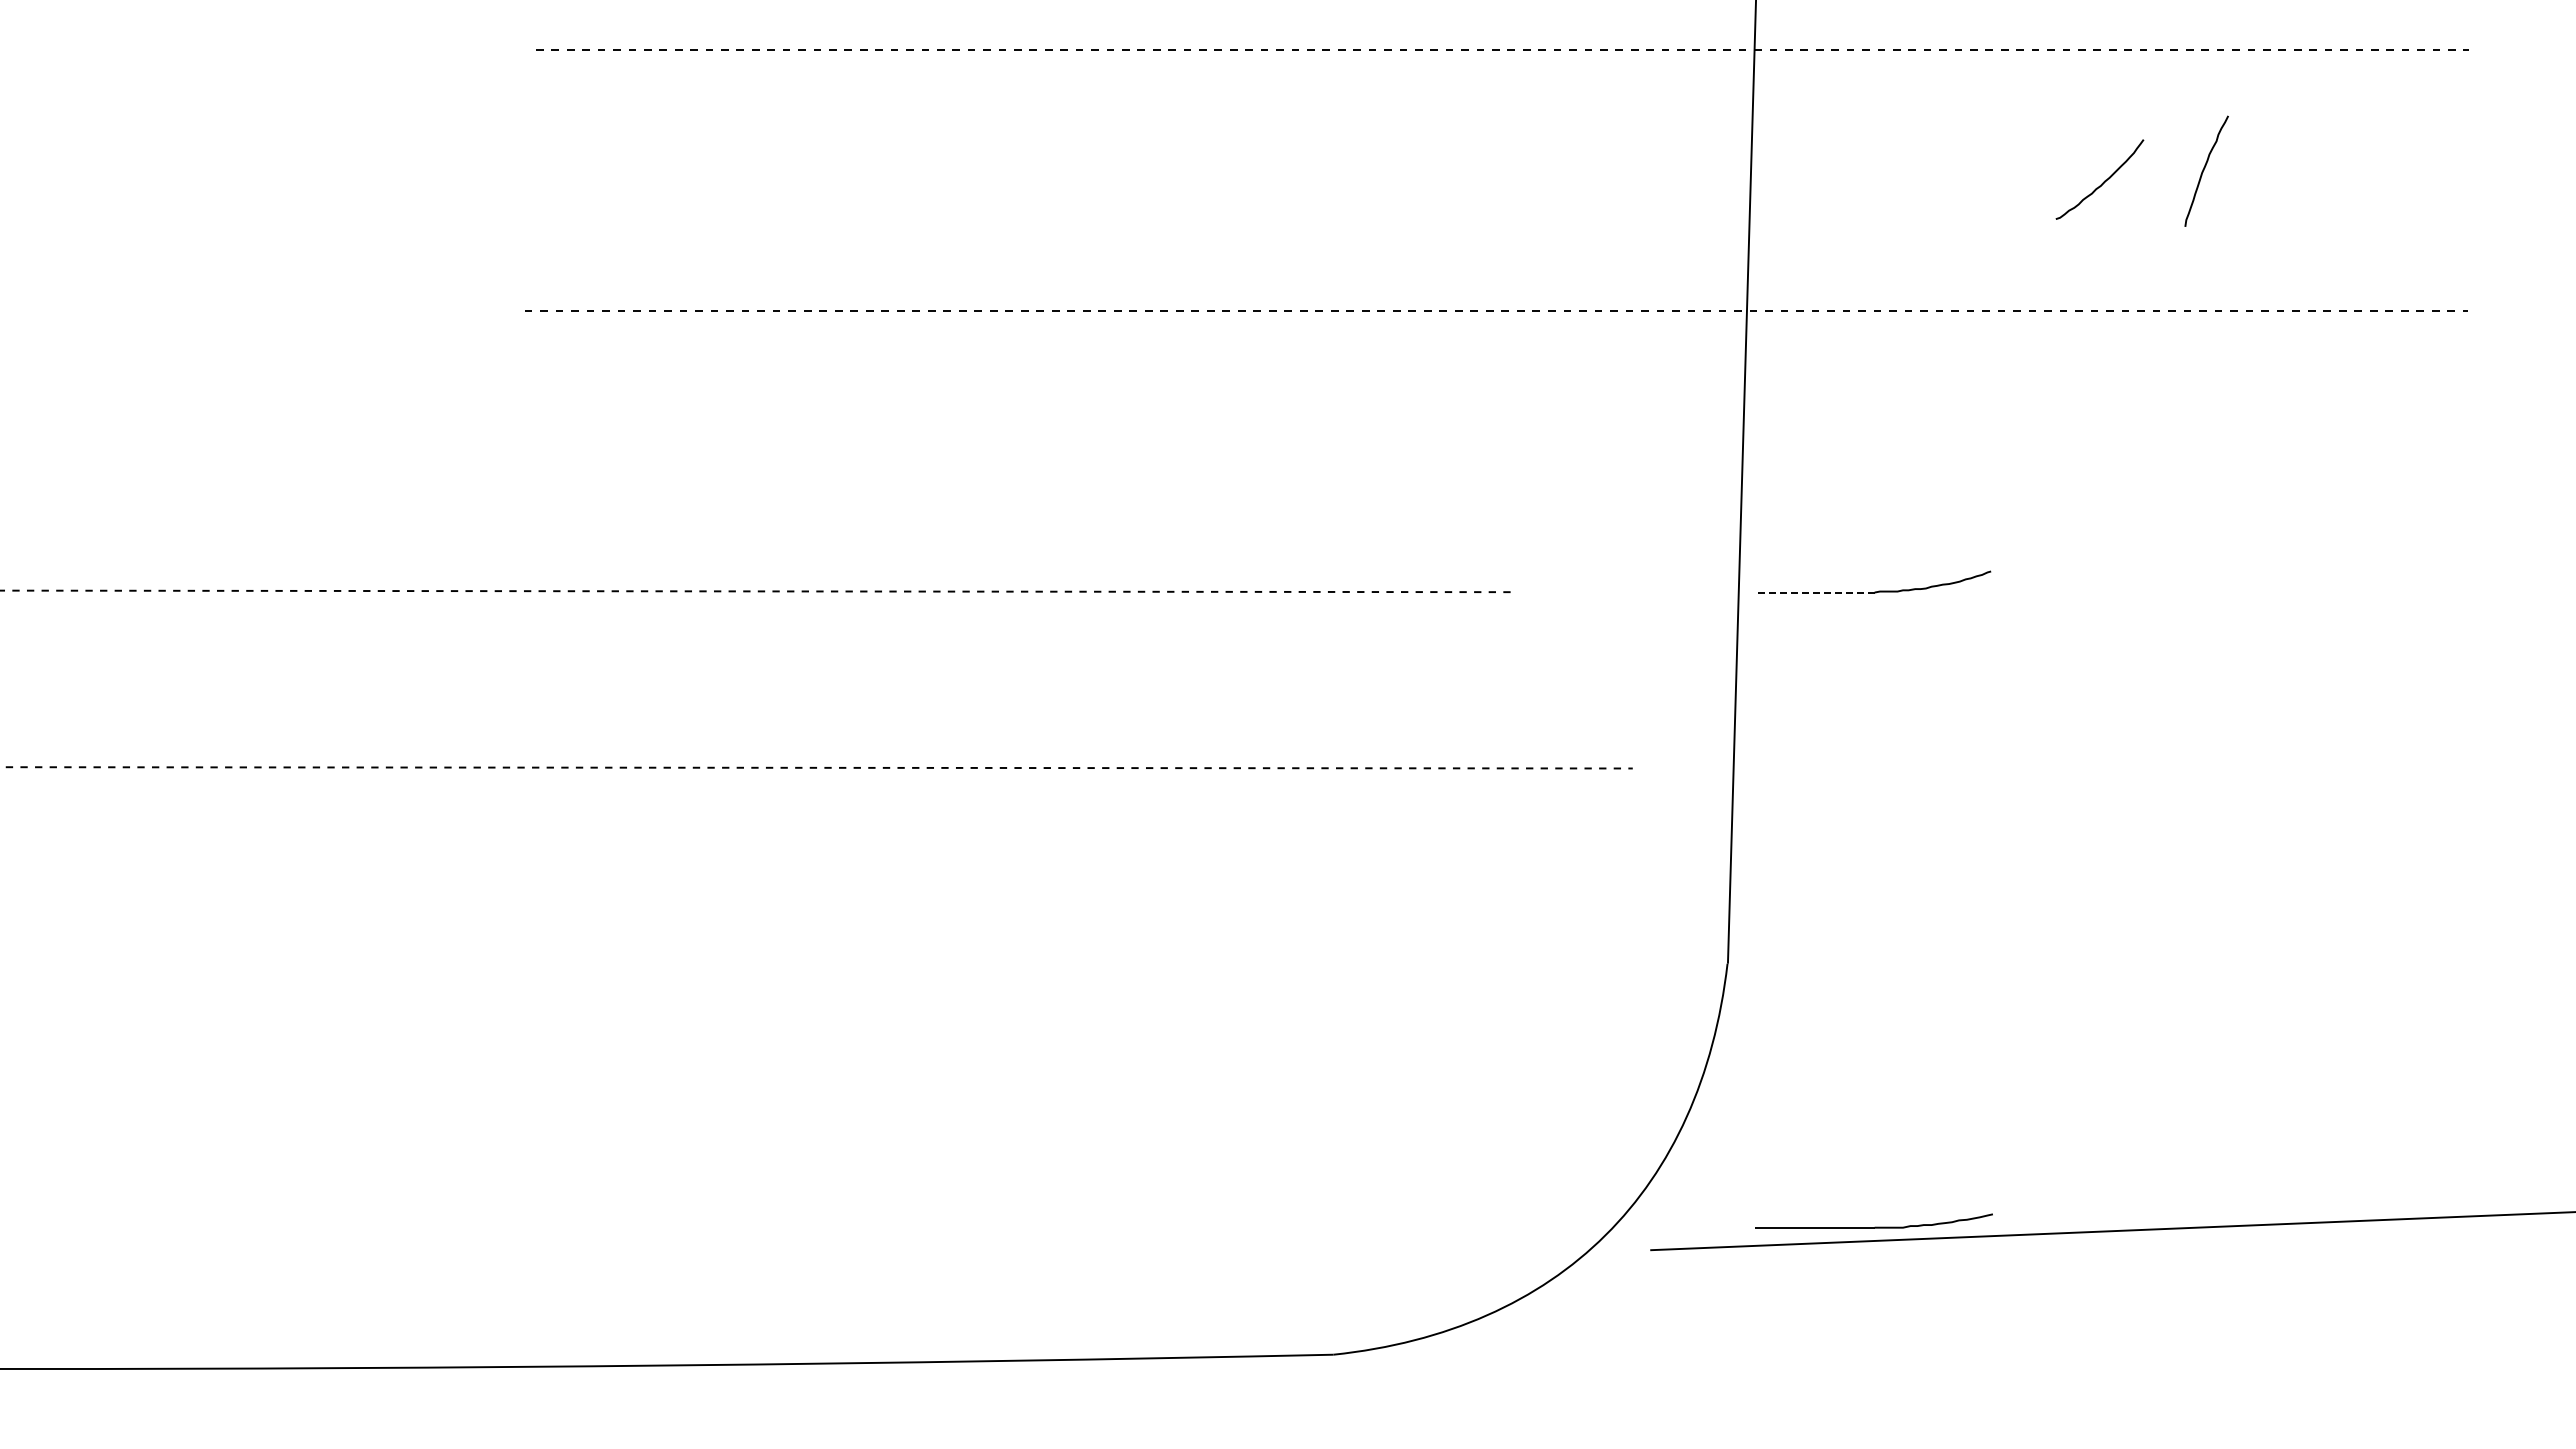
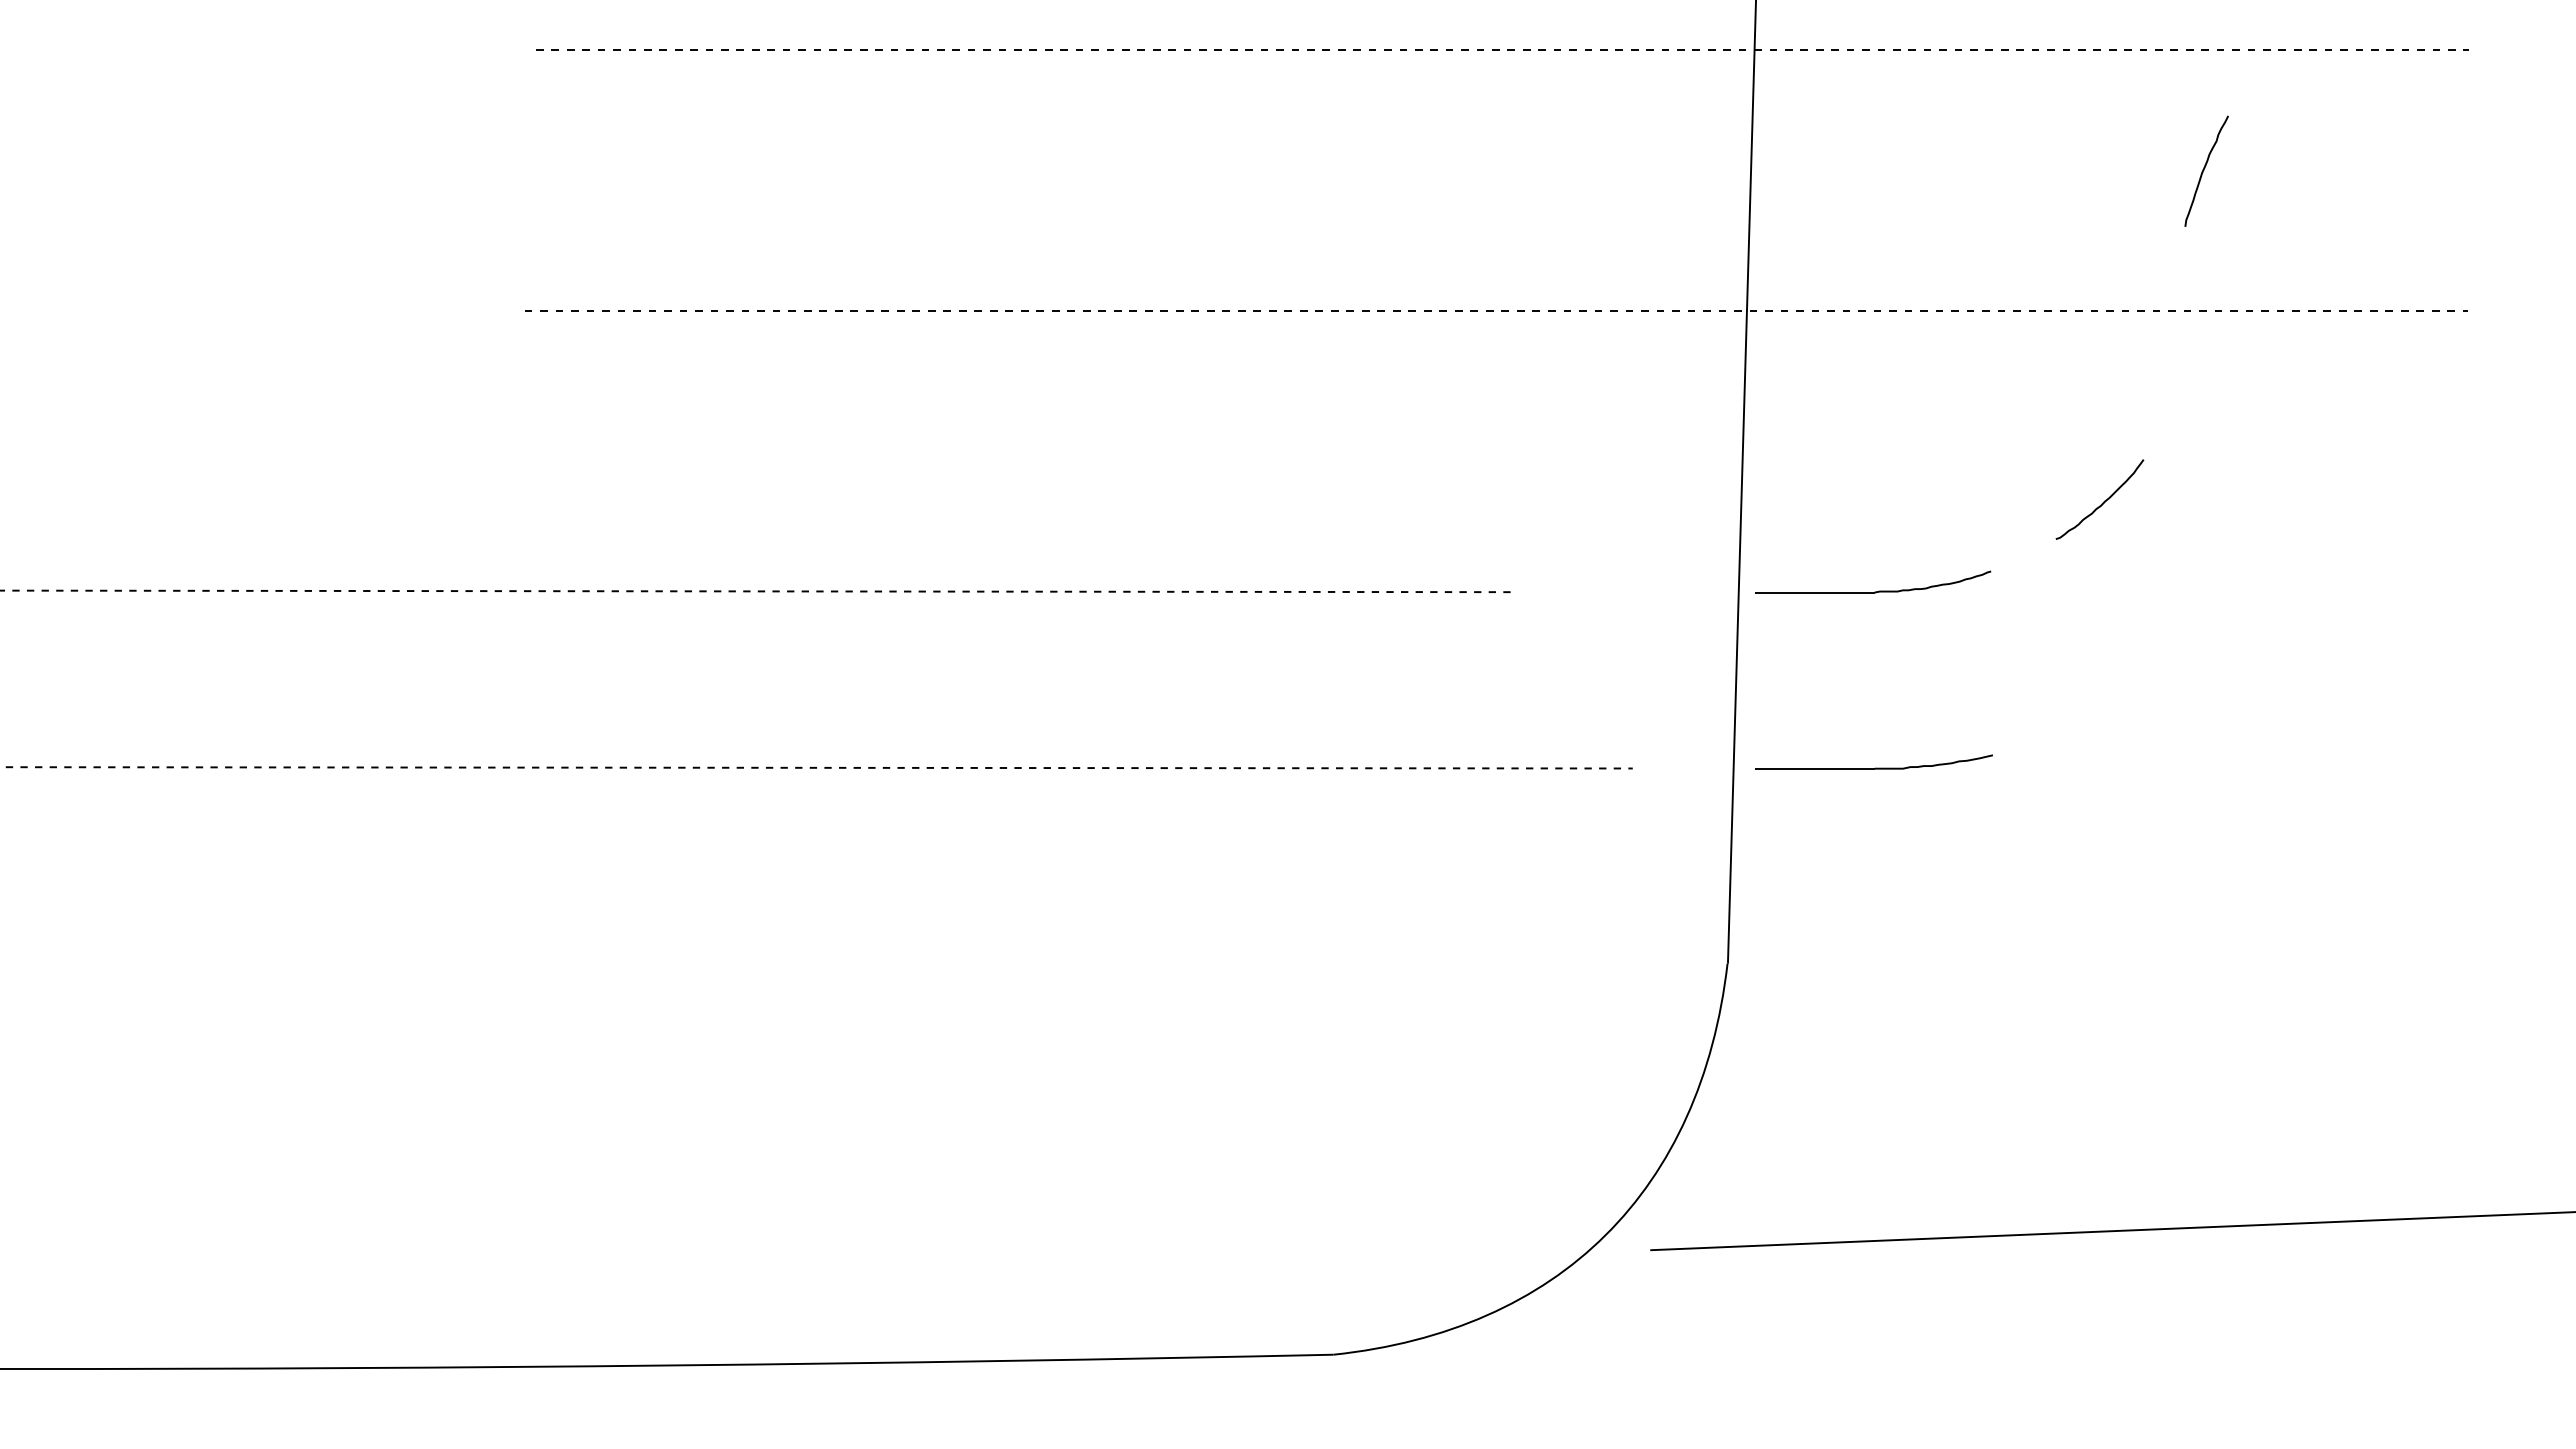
curve at (2102, 182) position: (2102, 182) -> (2102, 502)
line at (1814, 592): dashed -> solid
part at (1875, 1226) position: (1875, 1226) -> (1875, 767)
